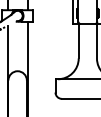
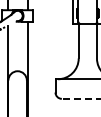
line at (80, 98): solid -> dashed
